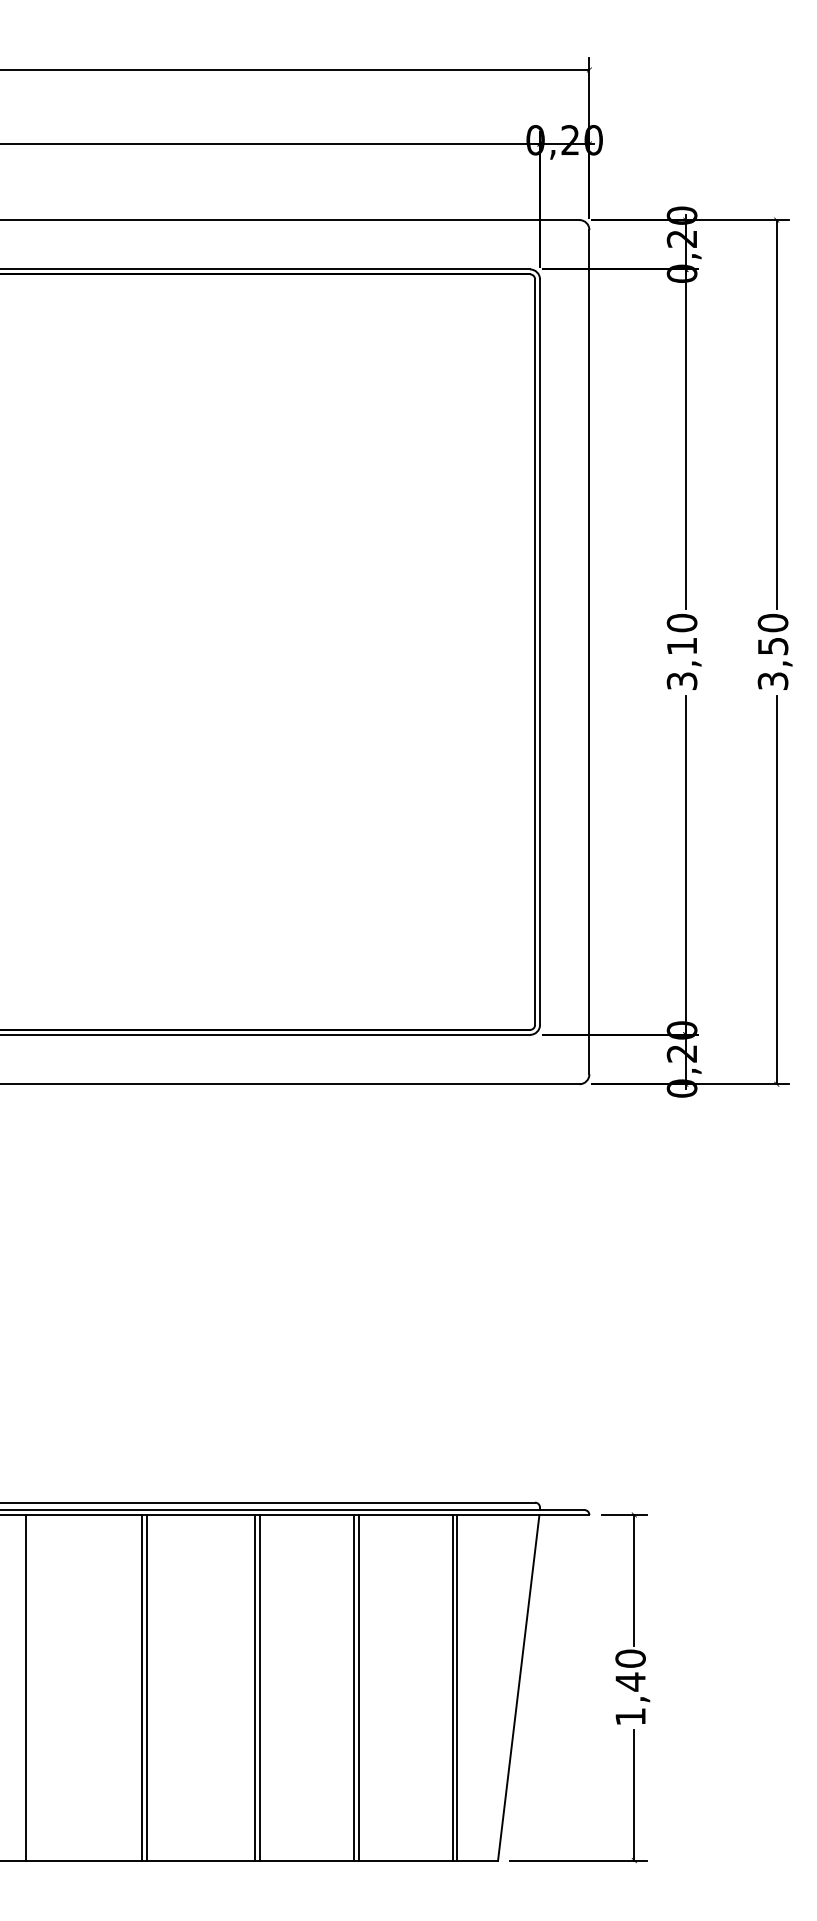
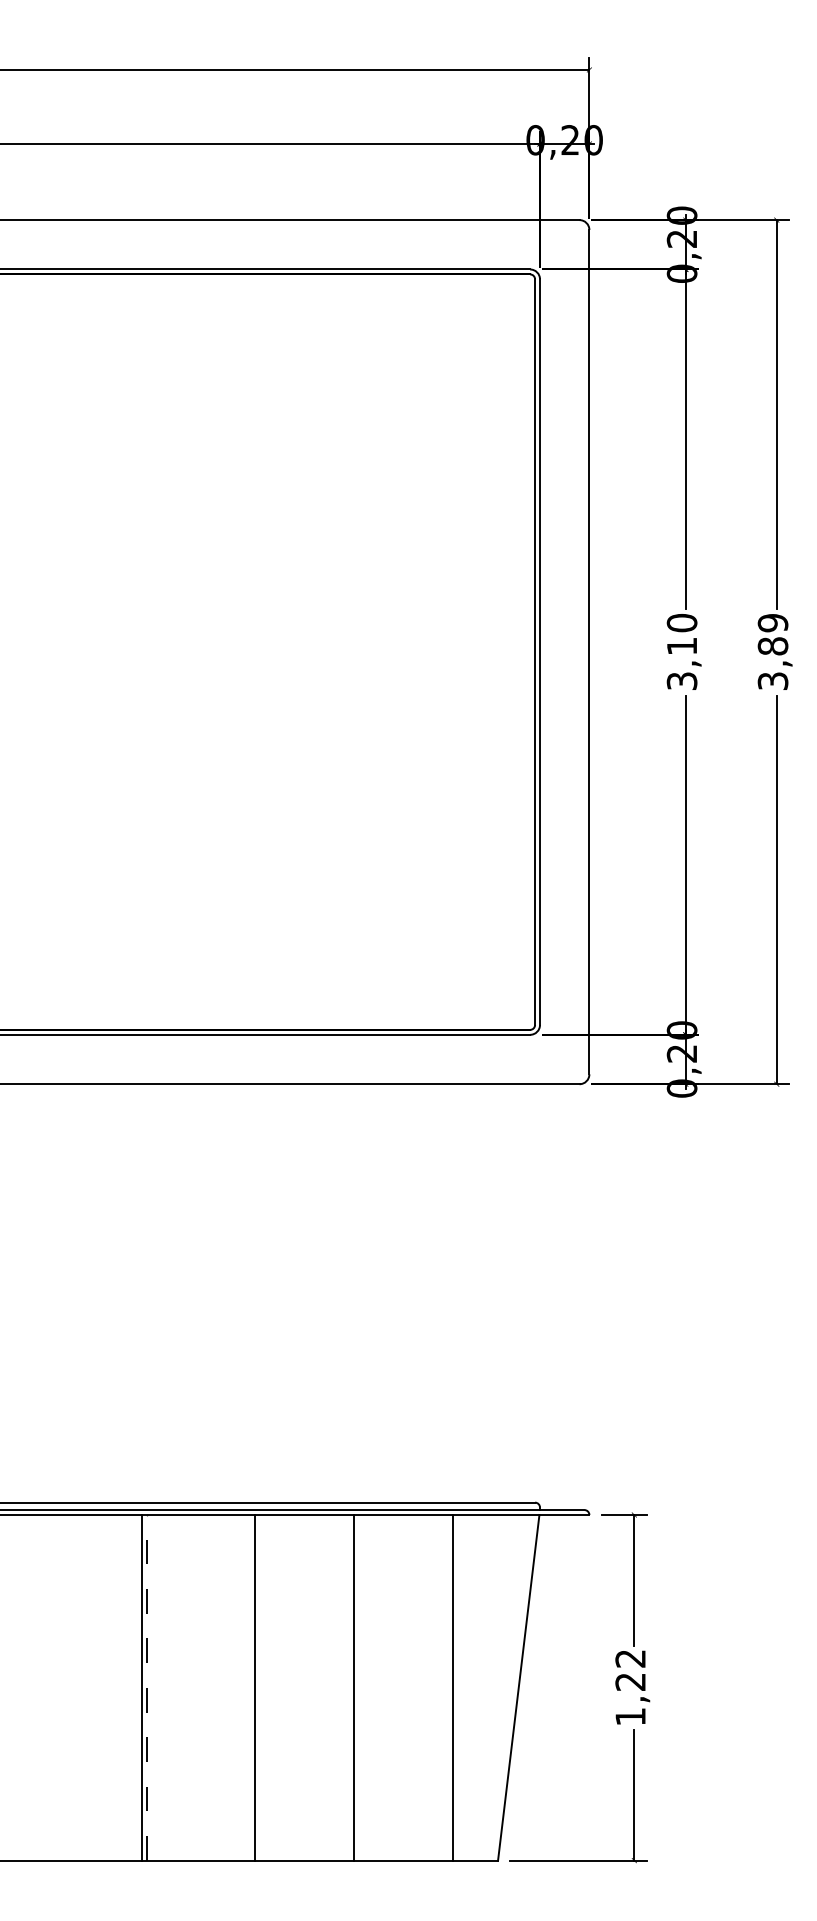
text at (772, 634): 3,50 -> 3,89
text at (630, 1670): 1,40 -> 1,22
line at (26, 1687): present -> none
line at (146, 1687): solid -> dashed
line at (259, 1687): present -> none
line at (358, 1687): present -> none
line at (457, 1687): present -> none
